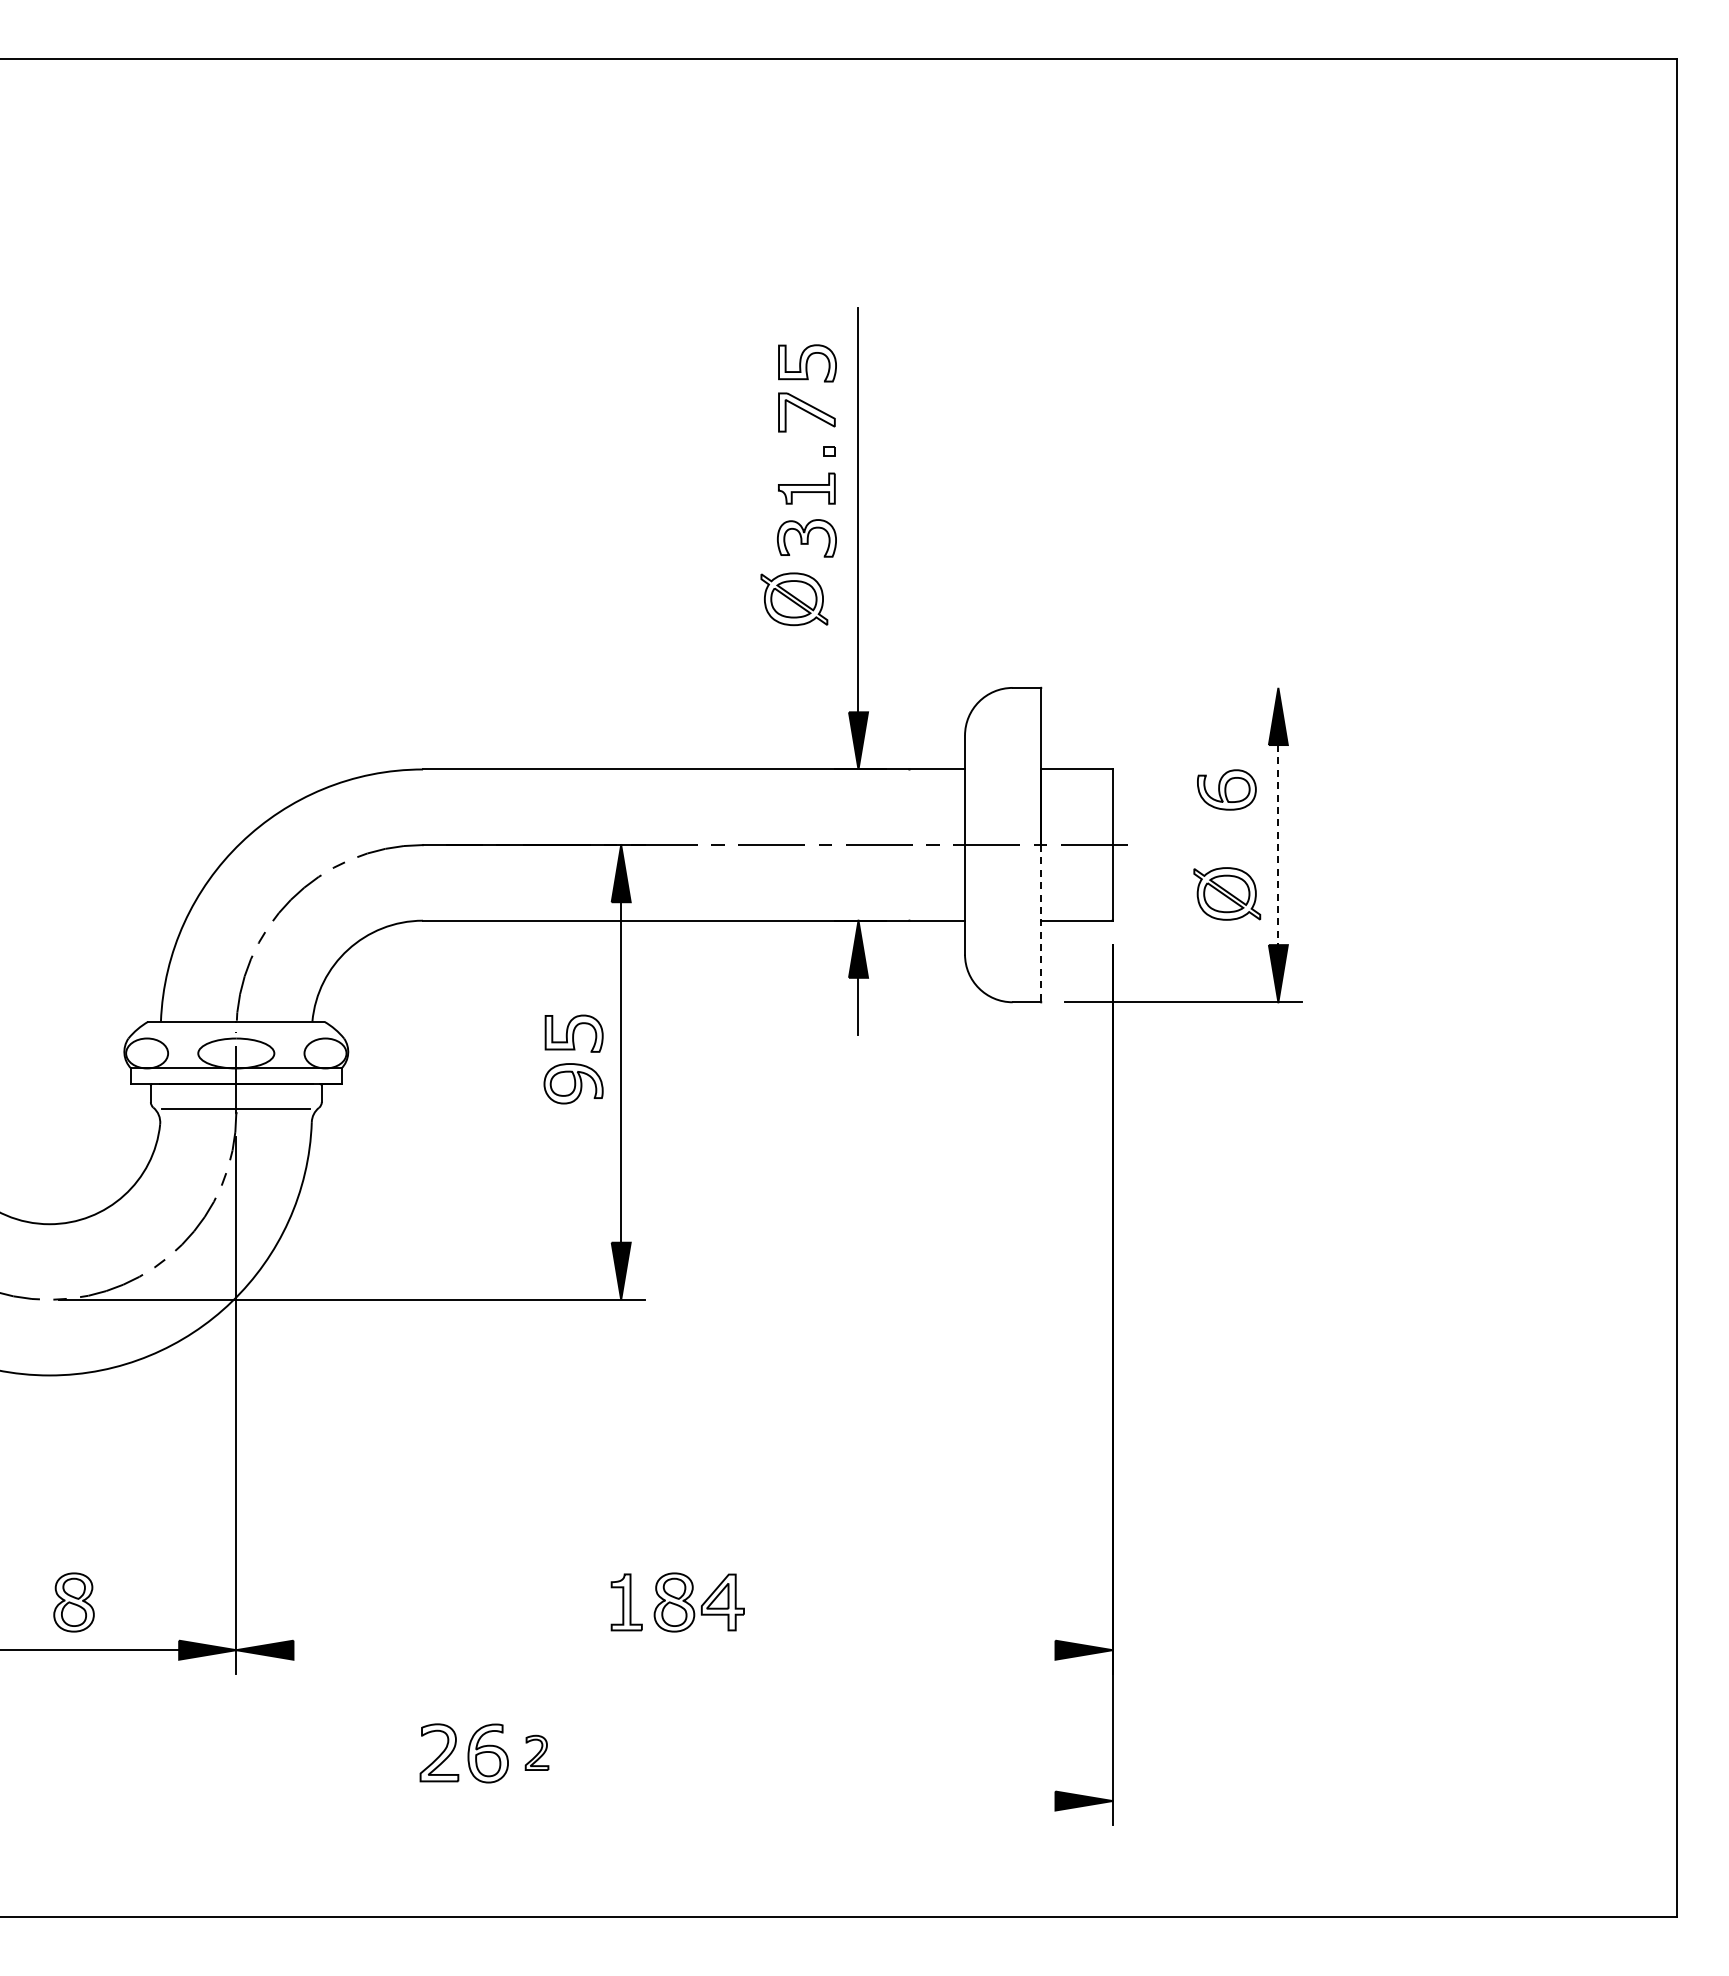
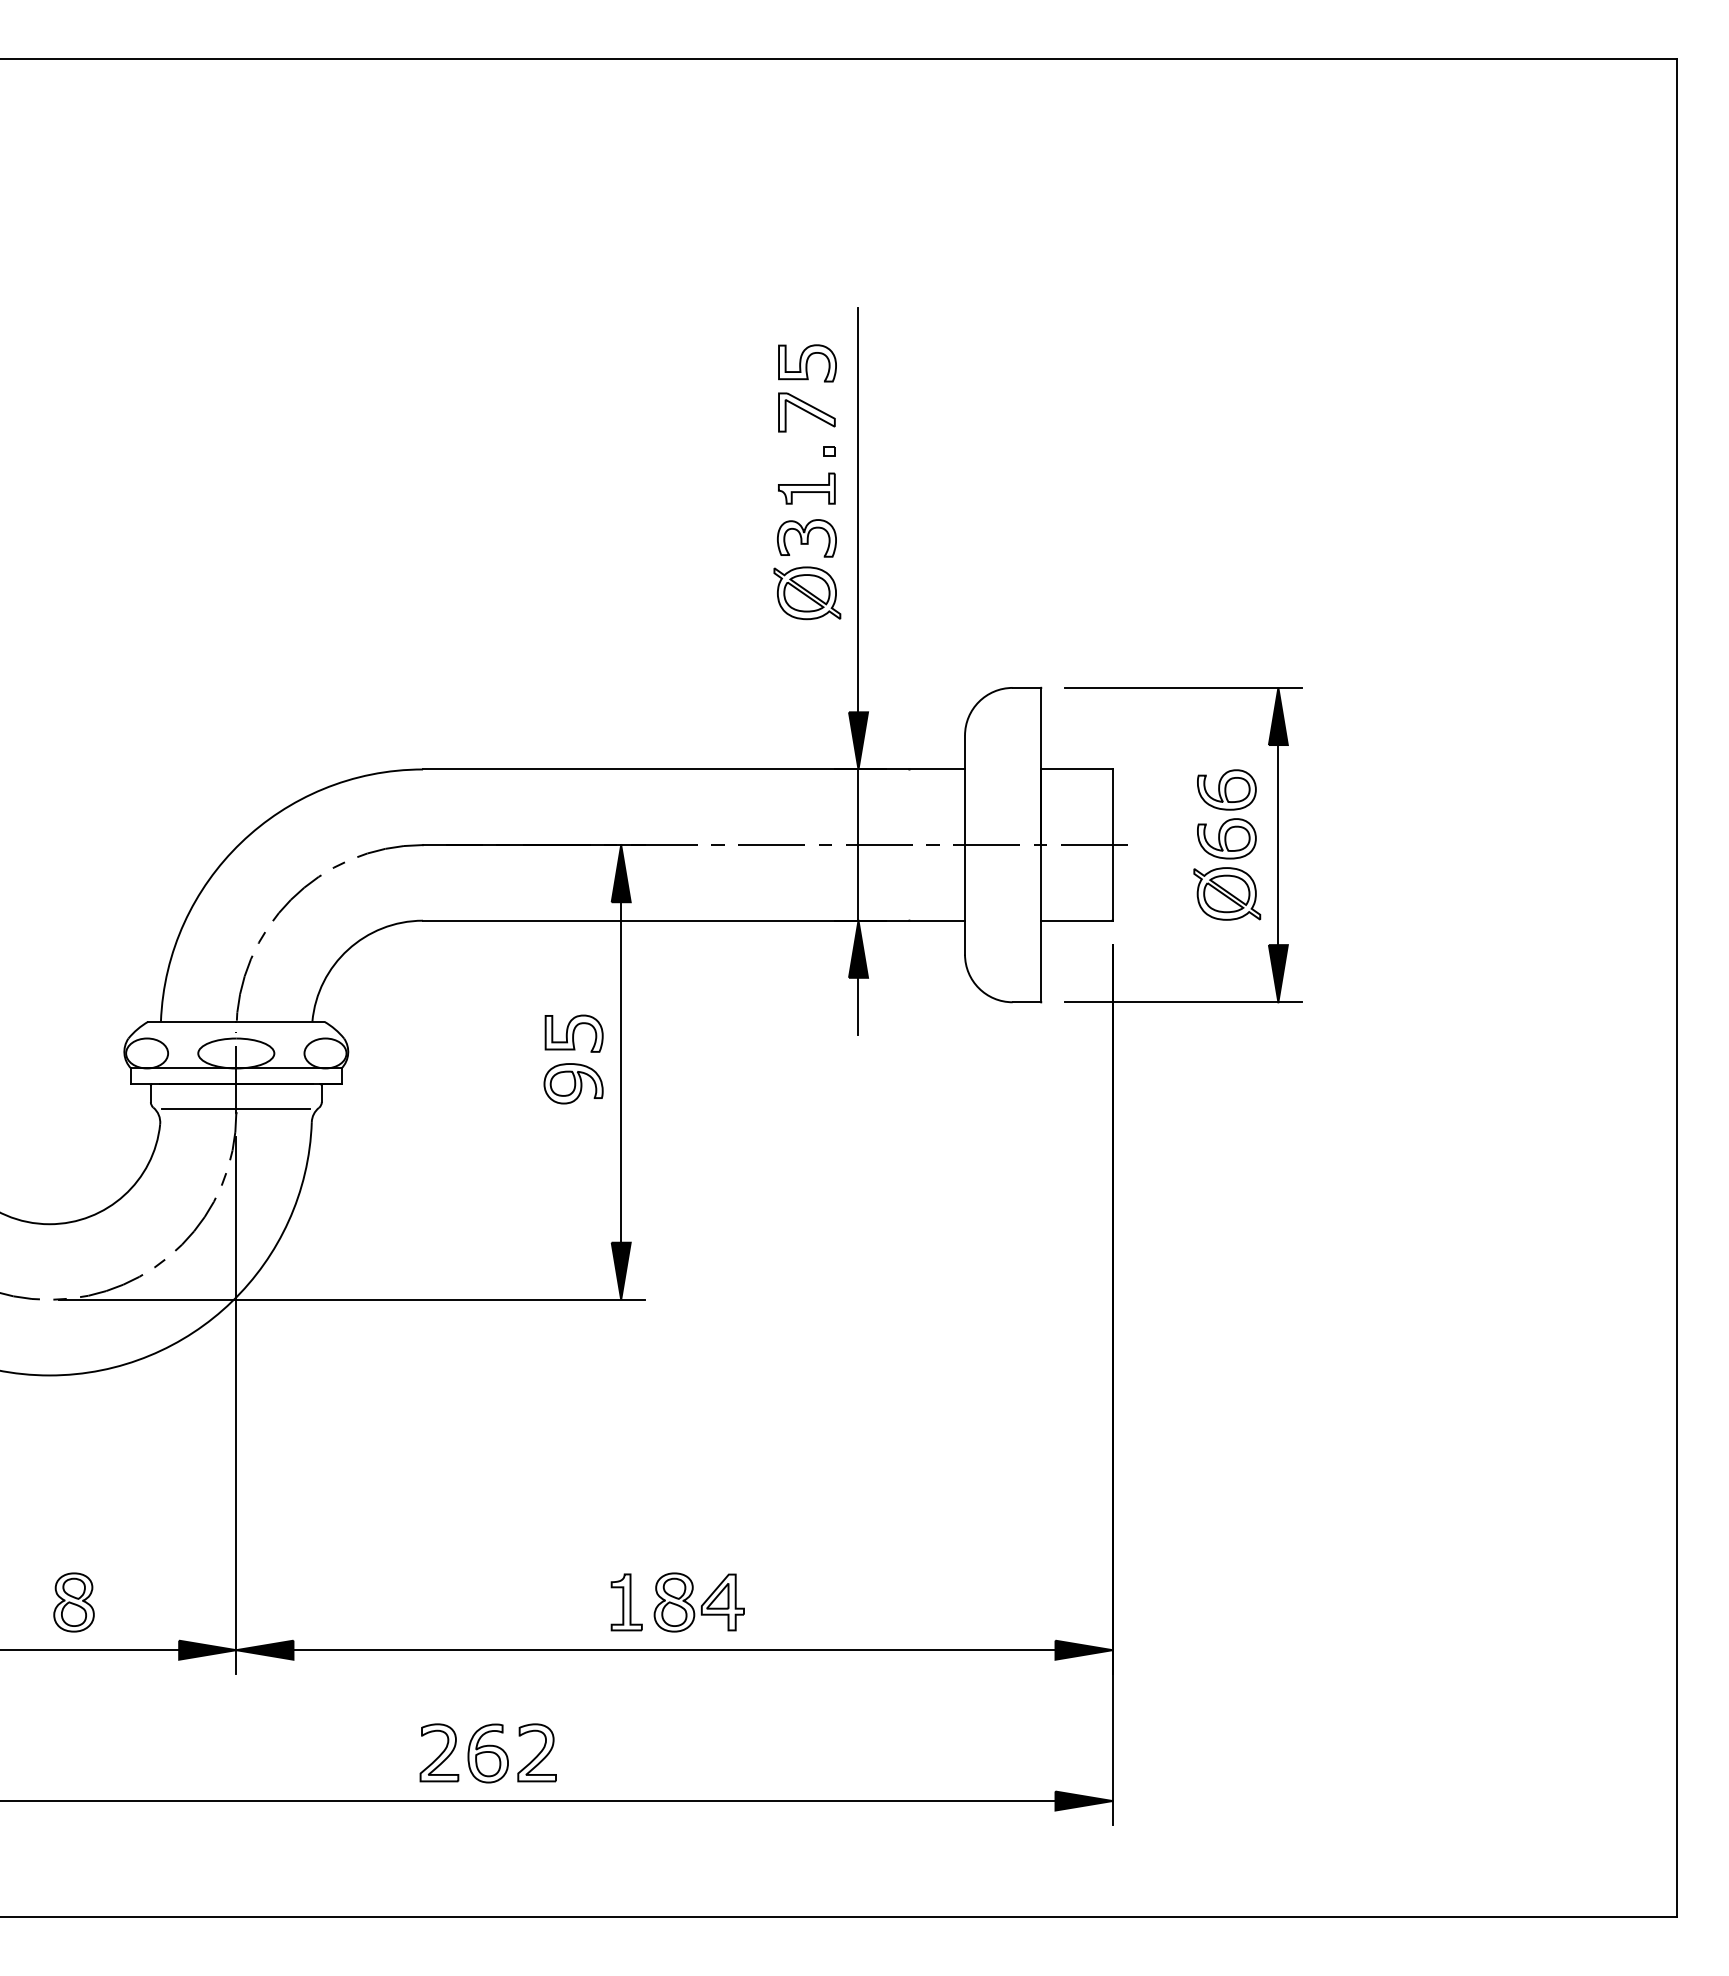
part at (794, 599) position: (794, 599) -> (807, 593)
line at (1183, 687): none -> present
part at (1226, 838): none -> present
line at (858, 844): none -> present
line at (1278, 845): dashed -> solid
line at (1041, 923): dashed -> solid
line at (674, 1650): none -> present
part at (536, 1752) size: 26x37 px -> 40x60 px
line at (528, 1801): none -> present
